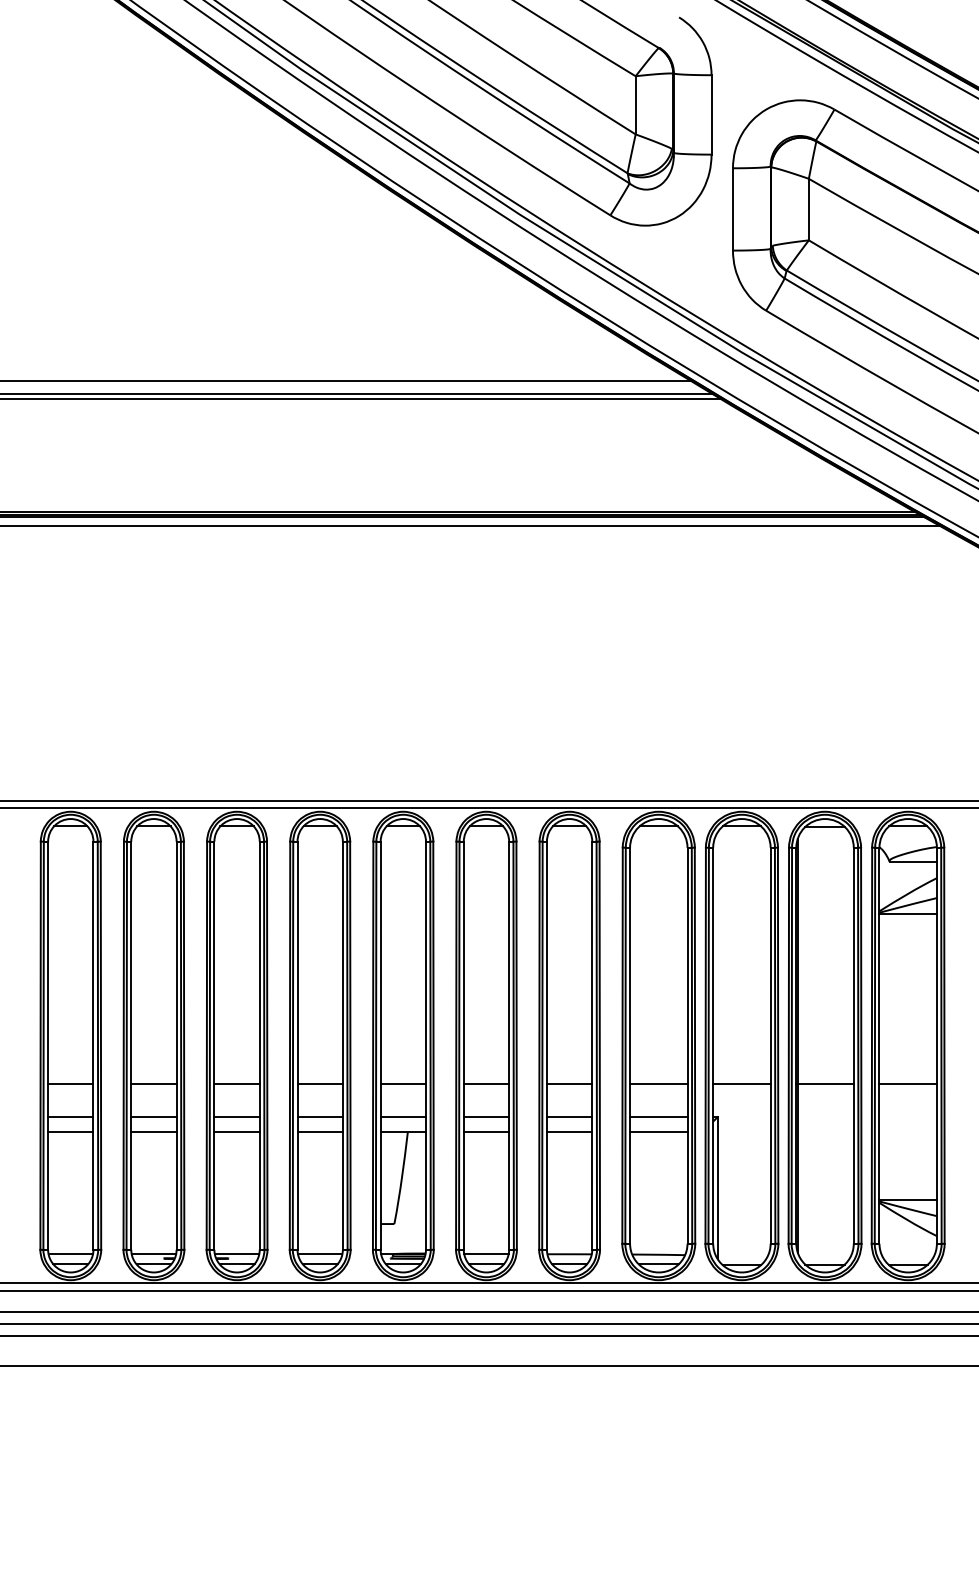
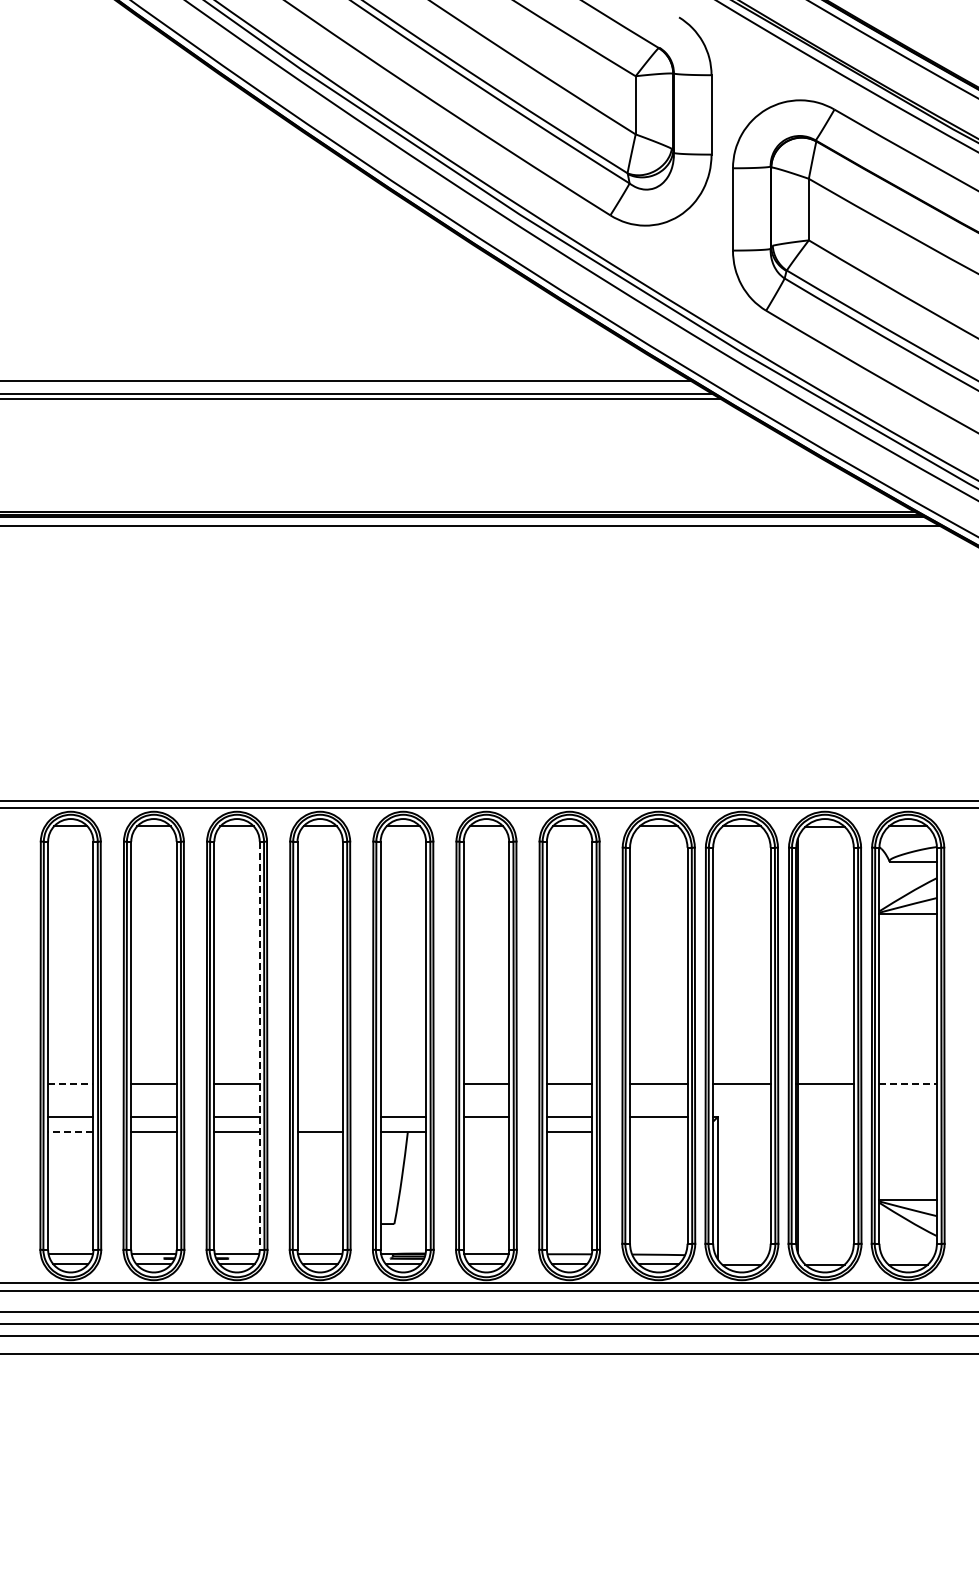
line at (259, 1046): solid -> dashed
line at (70, 1083): solid -> dashed
line at (319, 1083): present -> none
line at (403, 1083): present -> none
line at (908, 1083): solid -> dashed
line at (319, 1117): present -> none
line at (70, 1131): solid -> dashed
line at (486, 1131): present -> none
line at (658, 1131): present -> none
line at (488, 1366) position: (488, 1366) -> (488, 1354)
